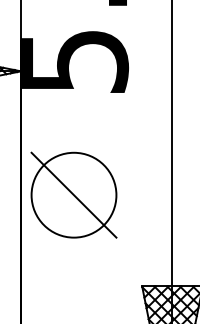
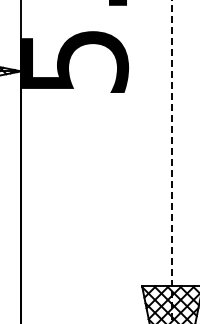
line at (172, 161): solid -> dashed
part at (73, 194): present -> none
